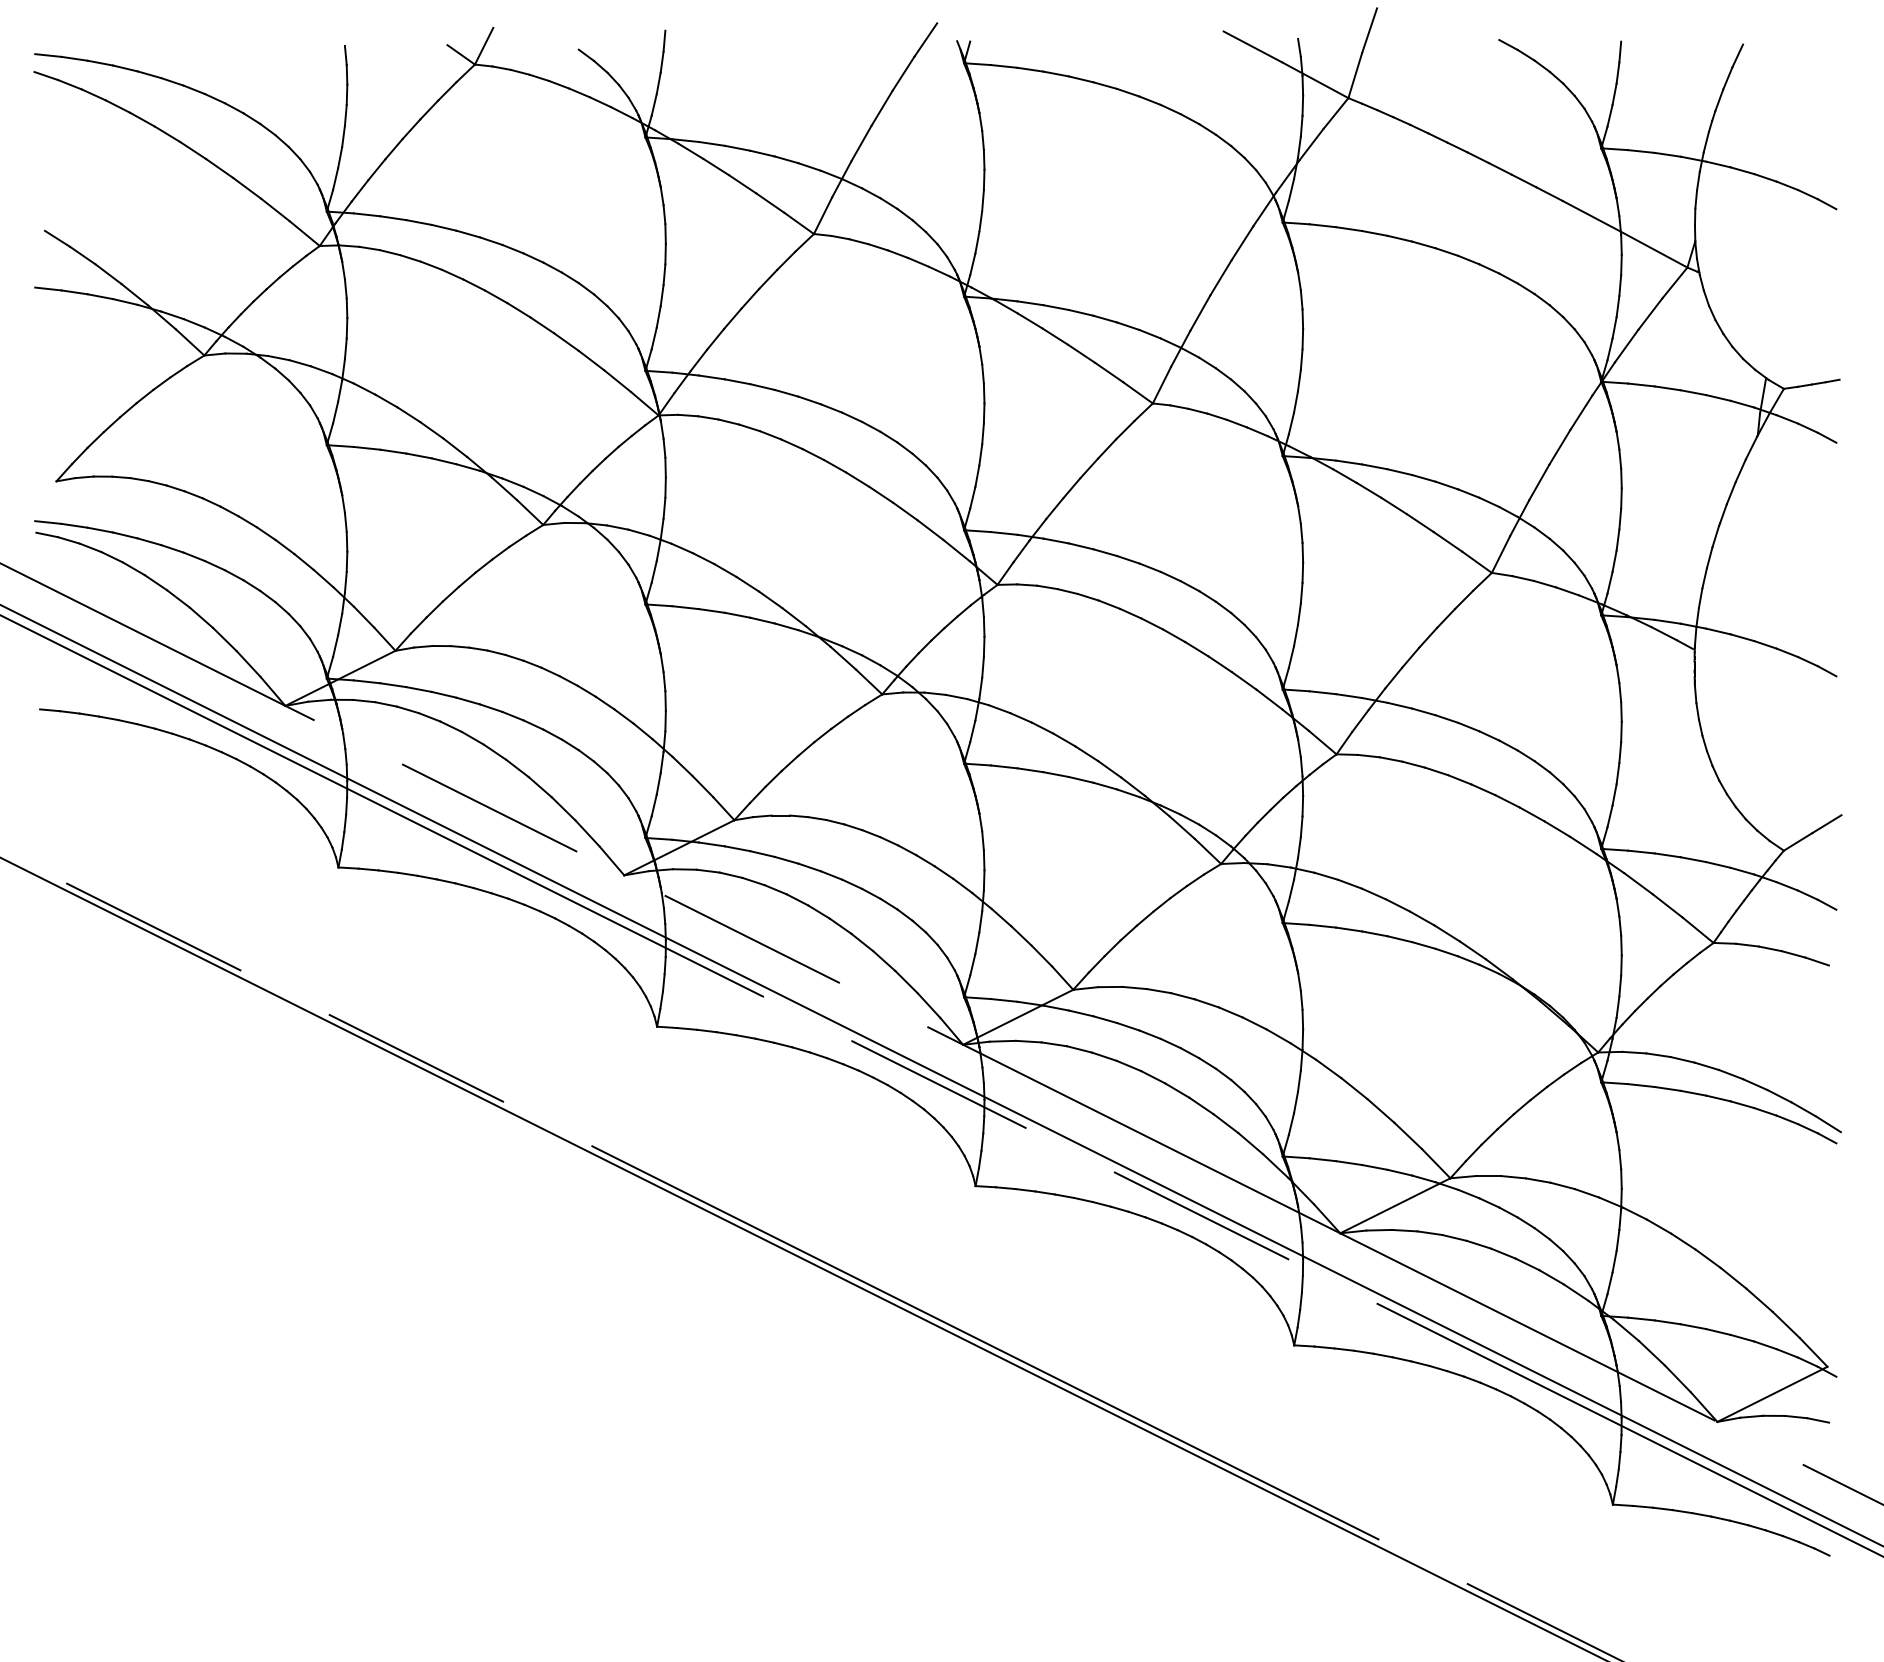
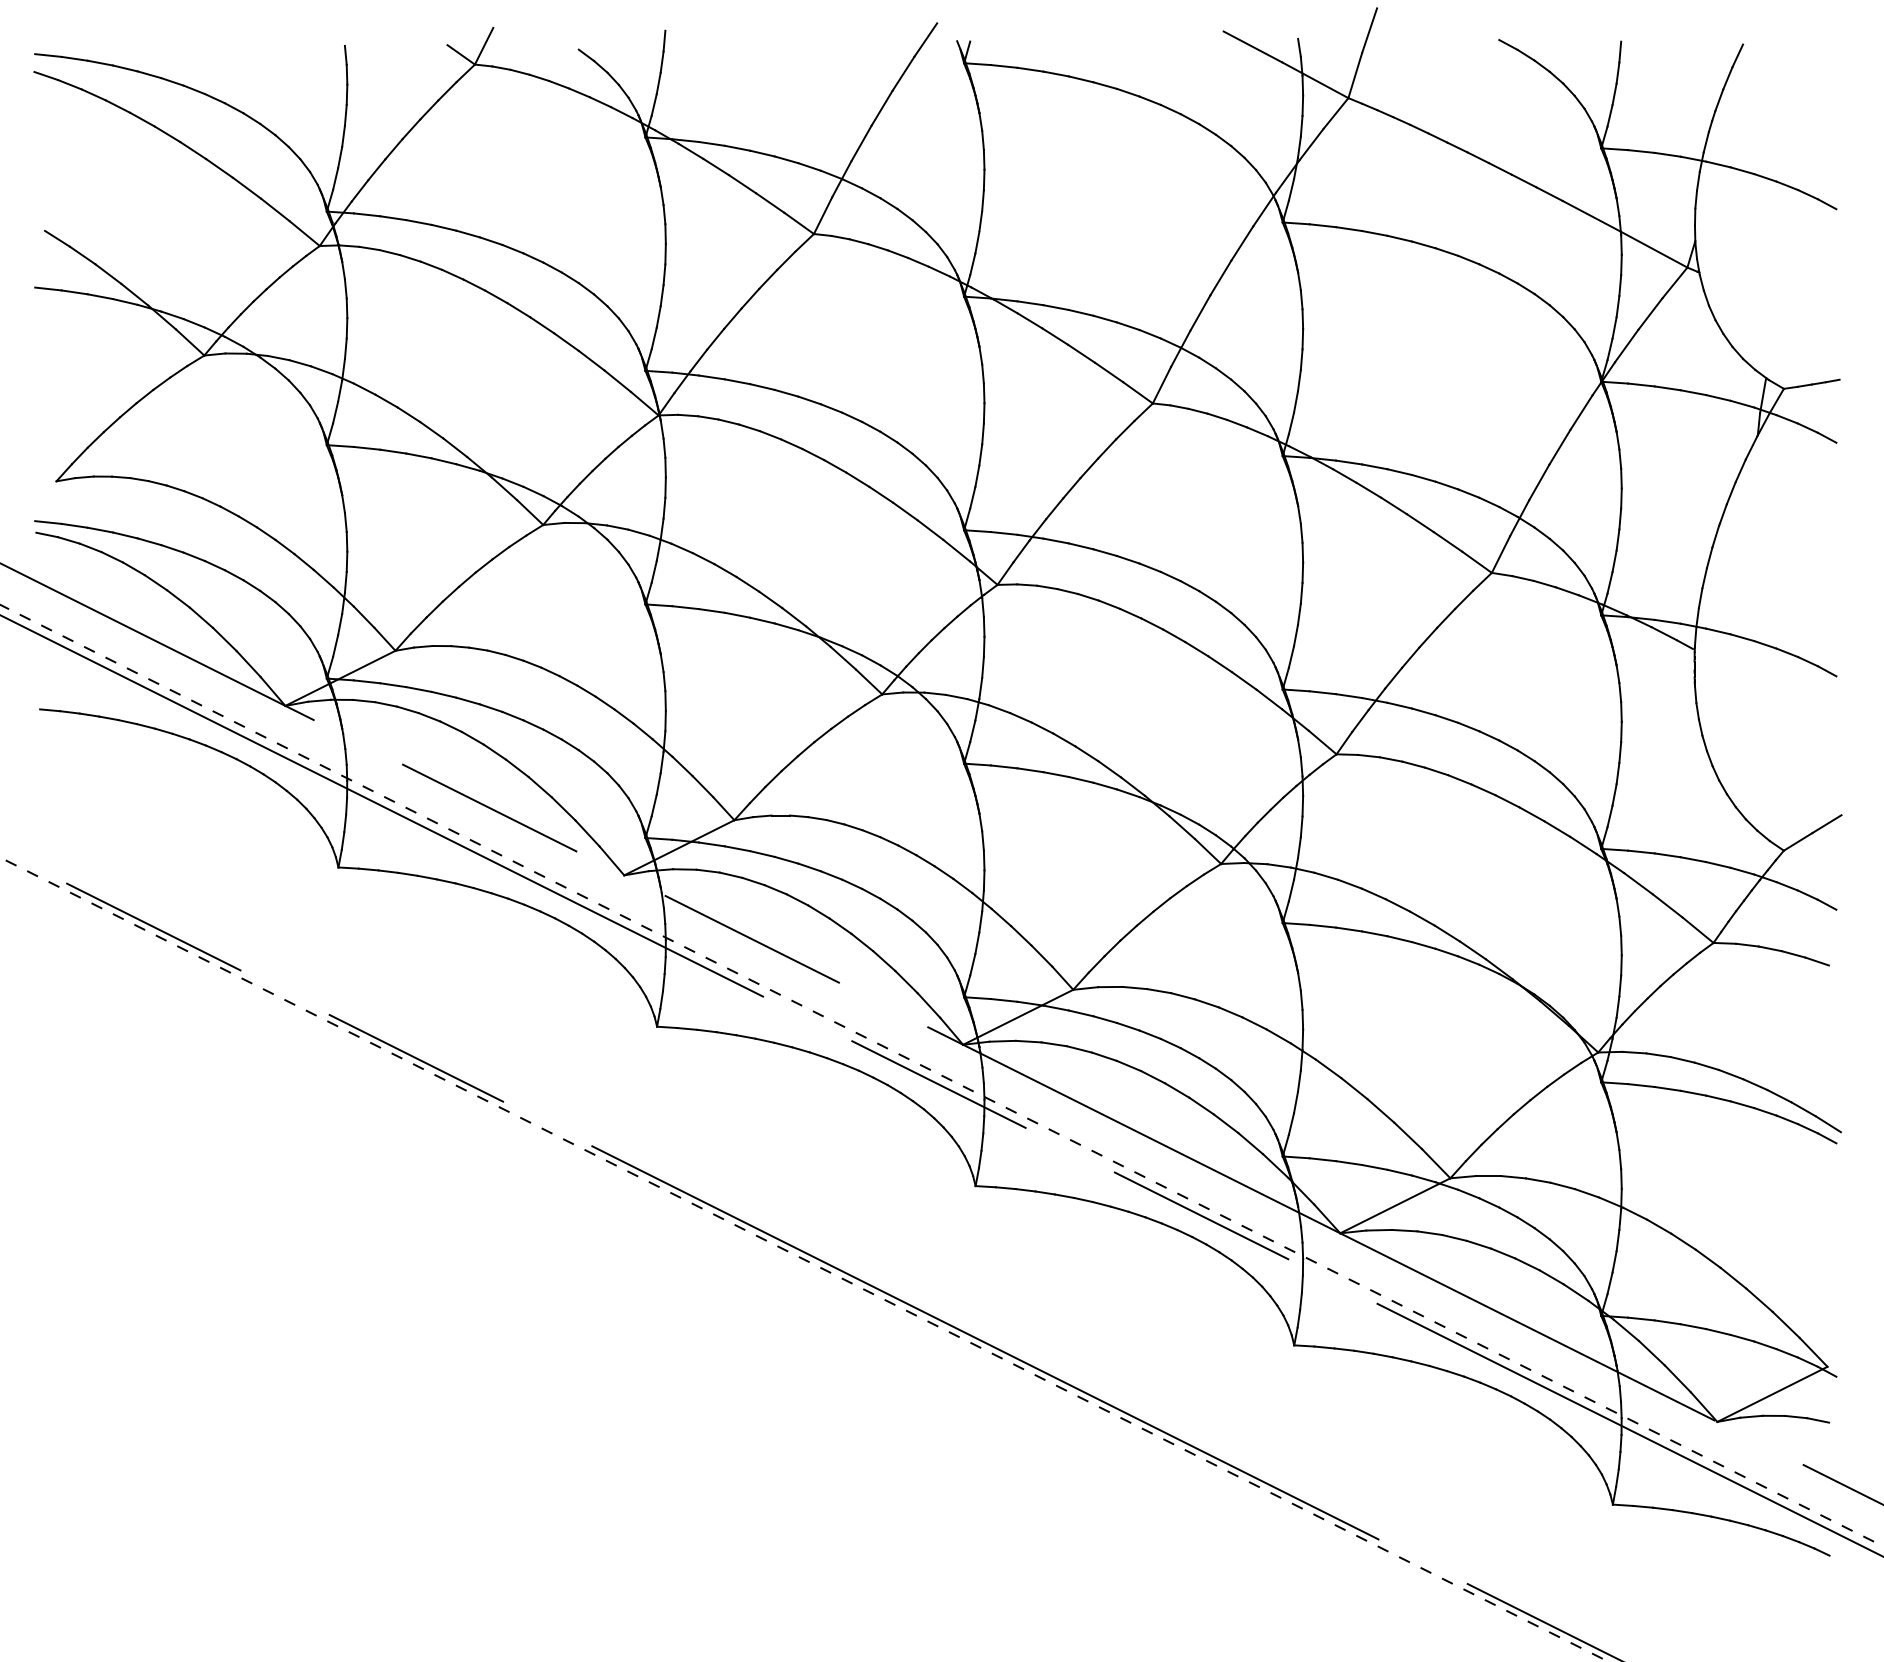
line at (942, 1075): solid -> dashed
line at (804, 1259): solid -> dashed
